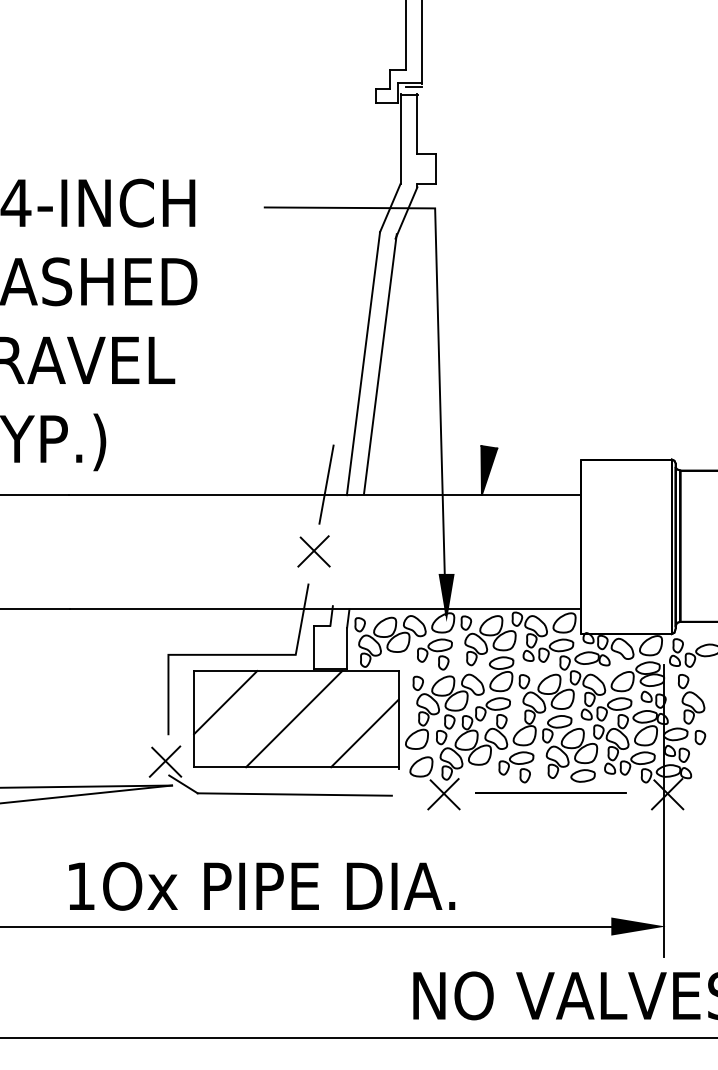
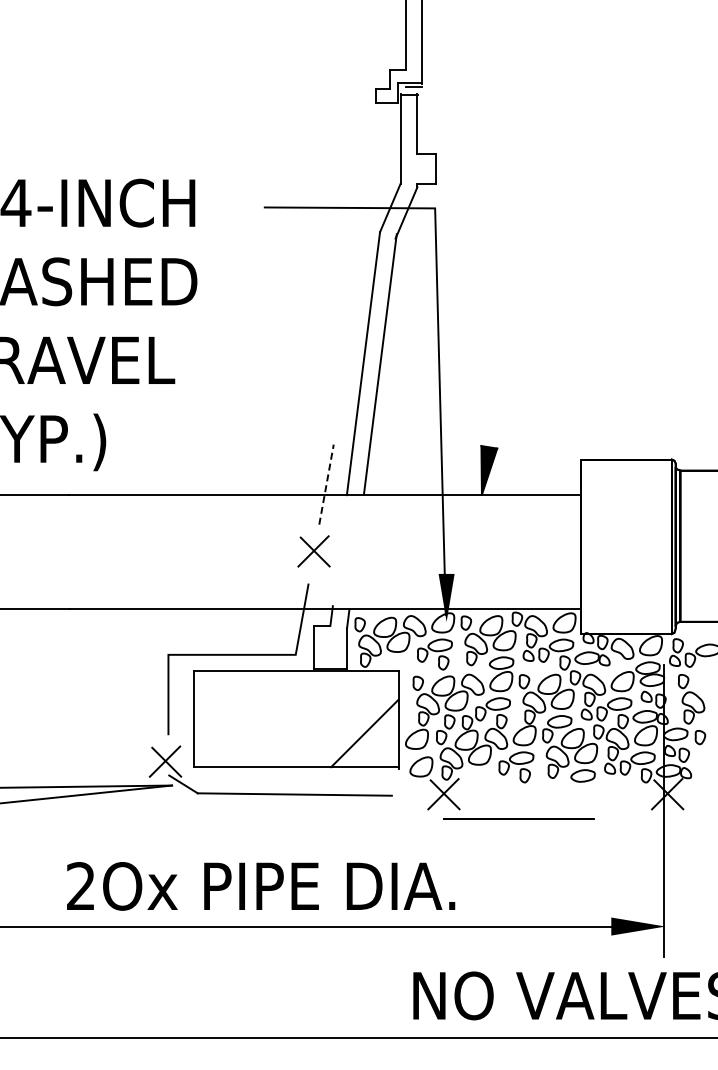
line at (326, 484): solid -> dashed
line at (225, 702): present -> none
line at (294, 719): present -> none
line at (550, 792) position: (550, 792) -> (518, 818)
text at (80, 885): 1Ox -> 2Ox
